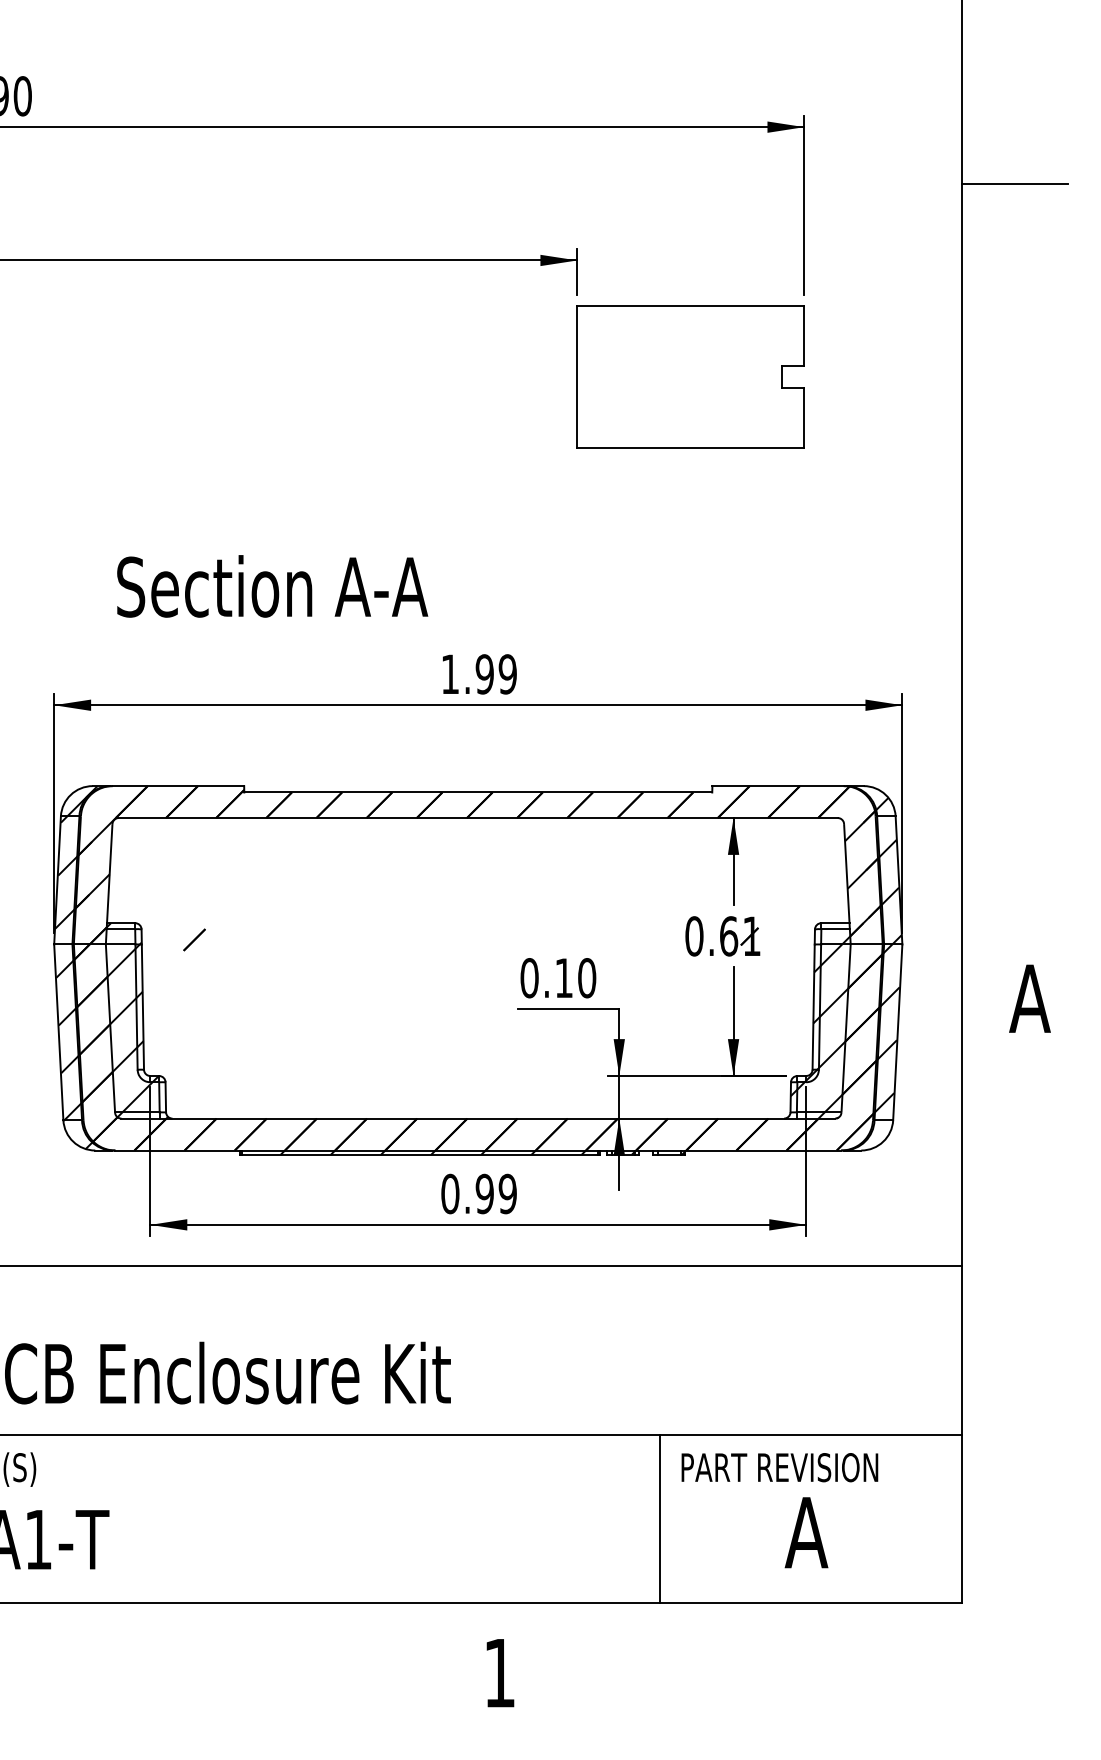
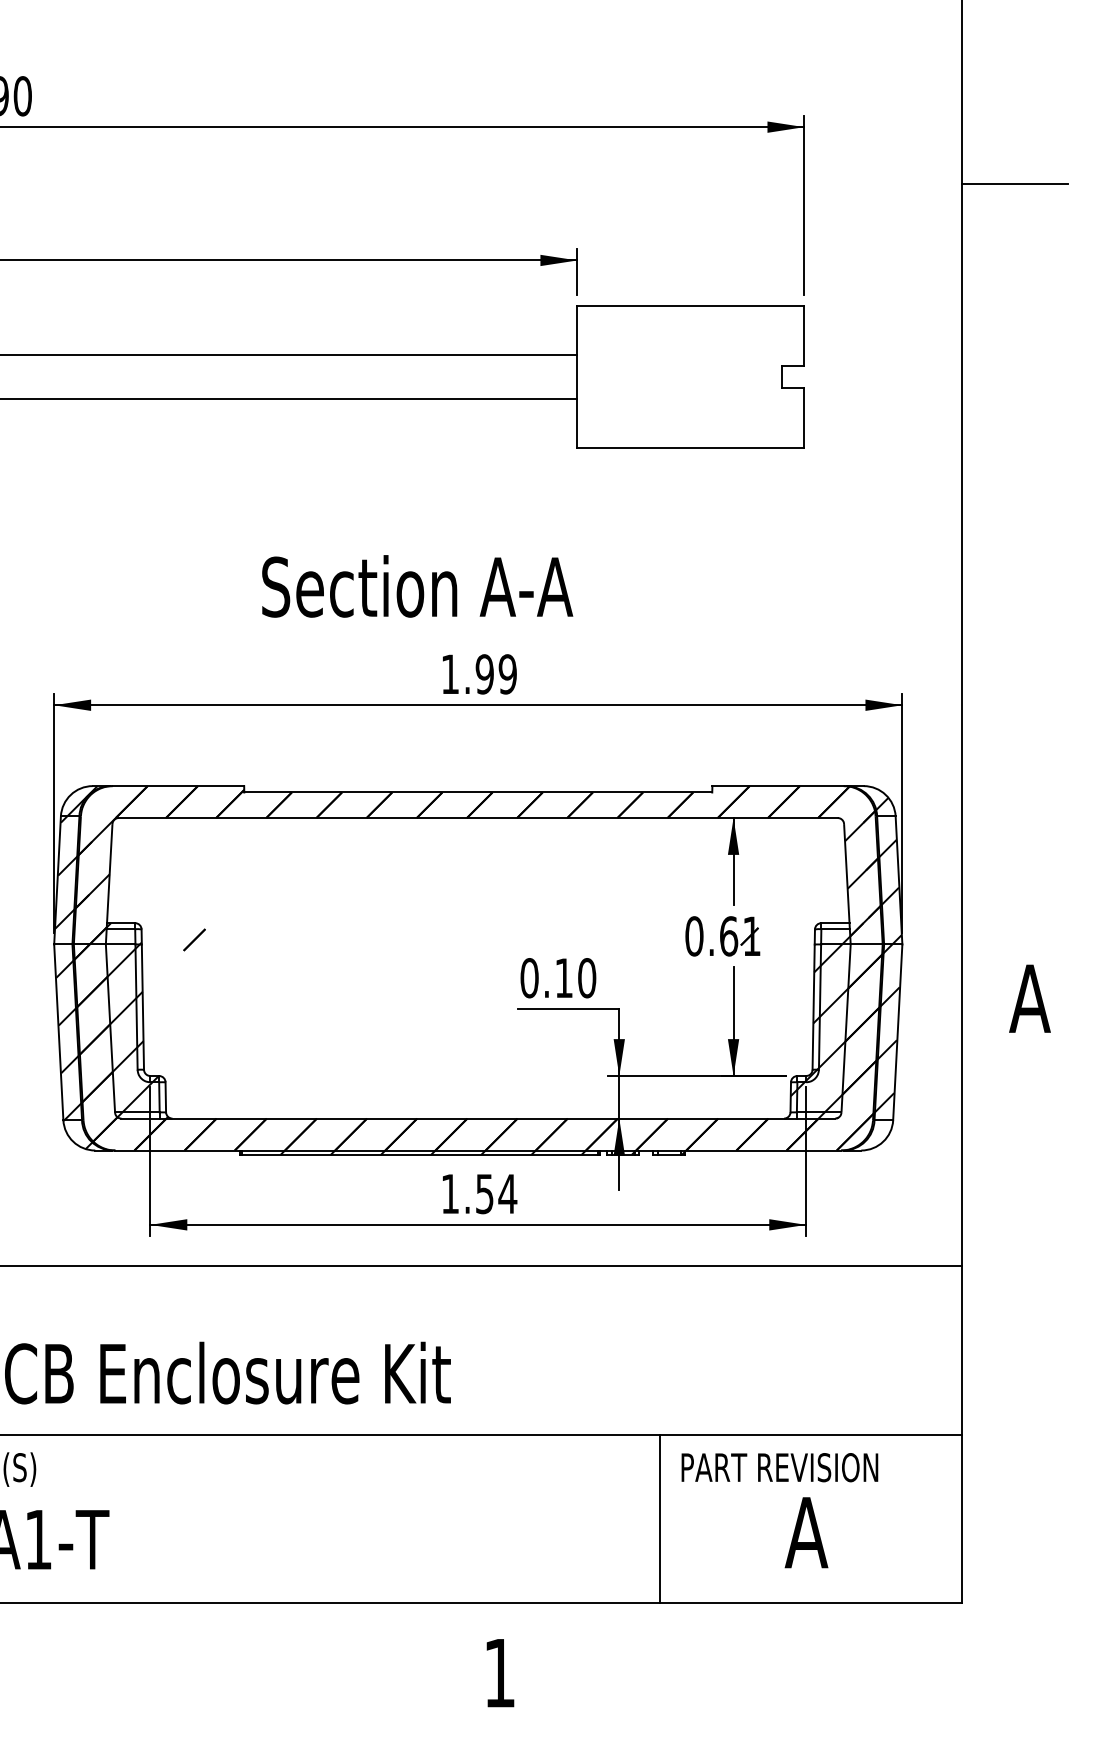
line at (289, 354): none -> present
line at (289, 399): none -> present
text at (272, 586) position: (272, 586) -> (417, 586)
text at (479, 1193): 0.99 -> 1.54
